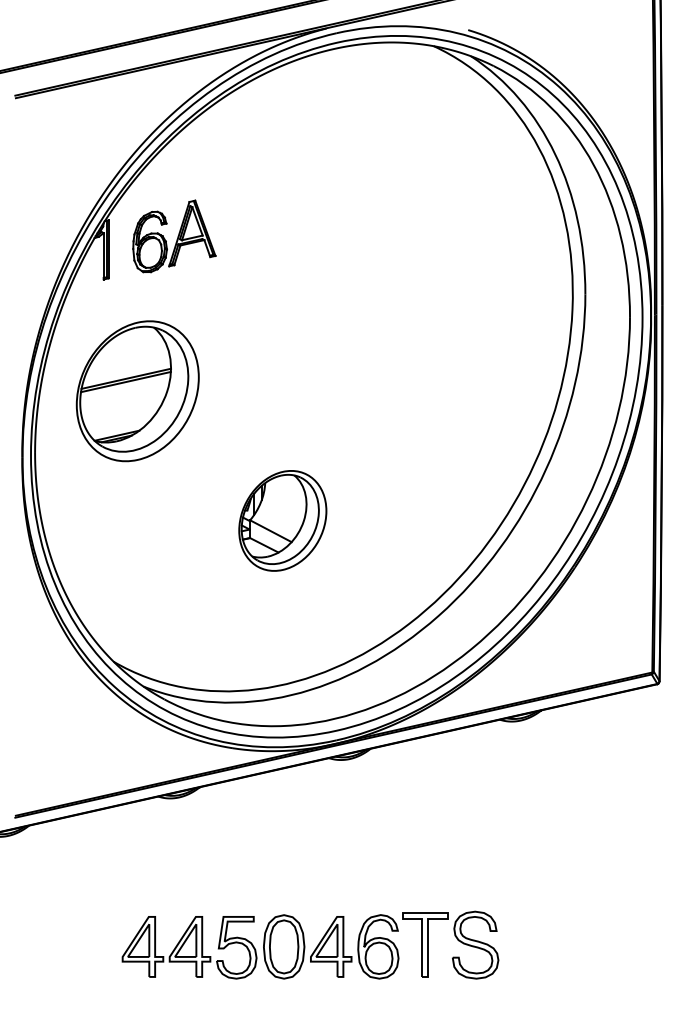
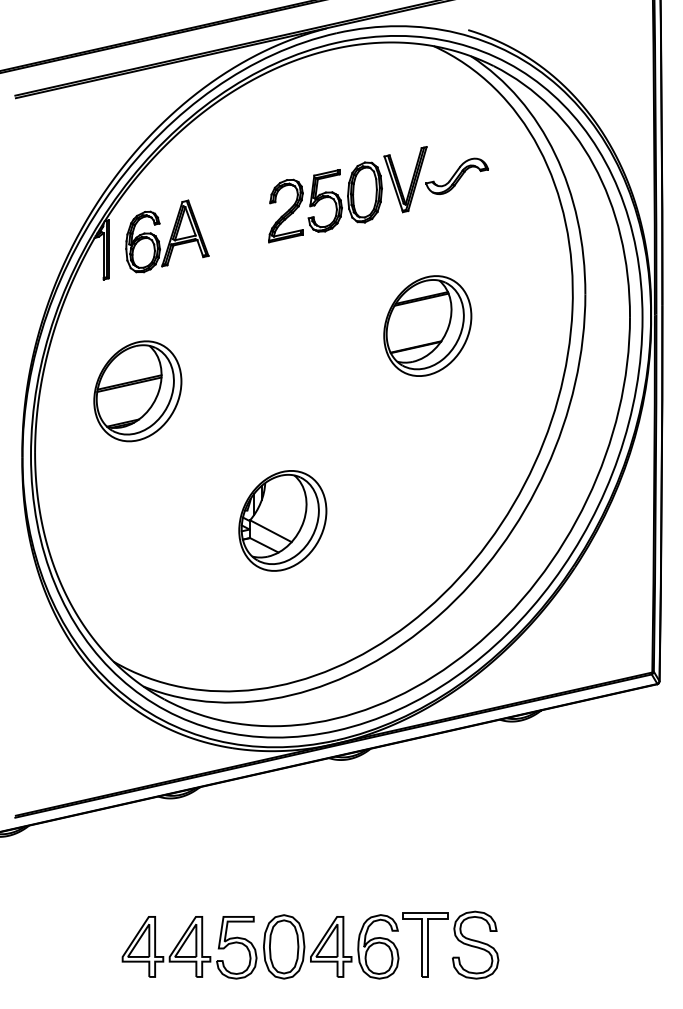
part at (378, 194): none -> present
part at (174, 236) position: (174, 236) -> (167, 236)
part at (427, 325): none -> present
part at (137, 391) size: 125x143 px -> 90x103 px
